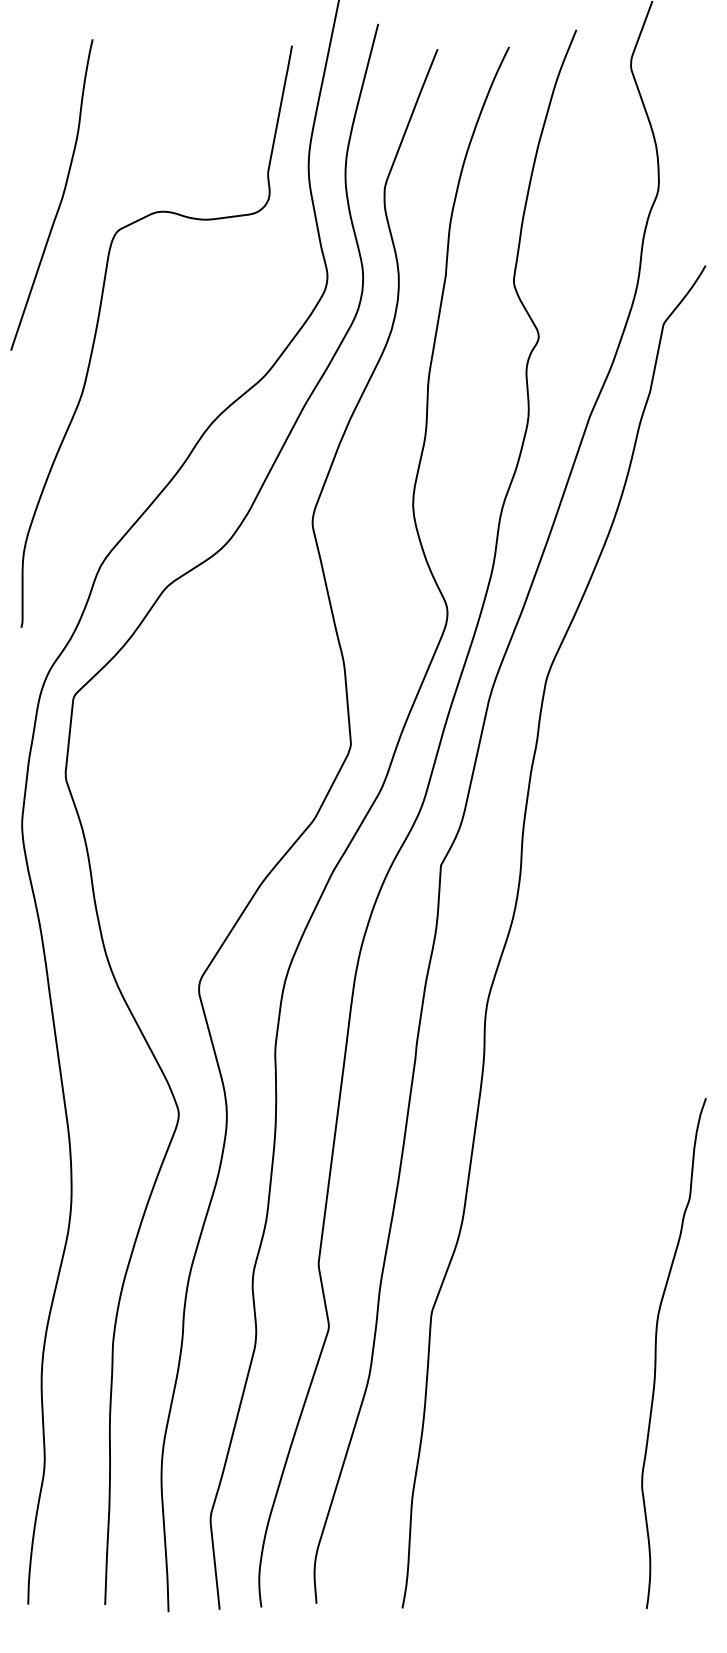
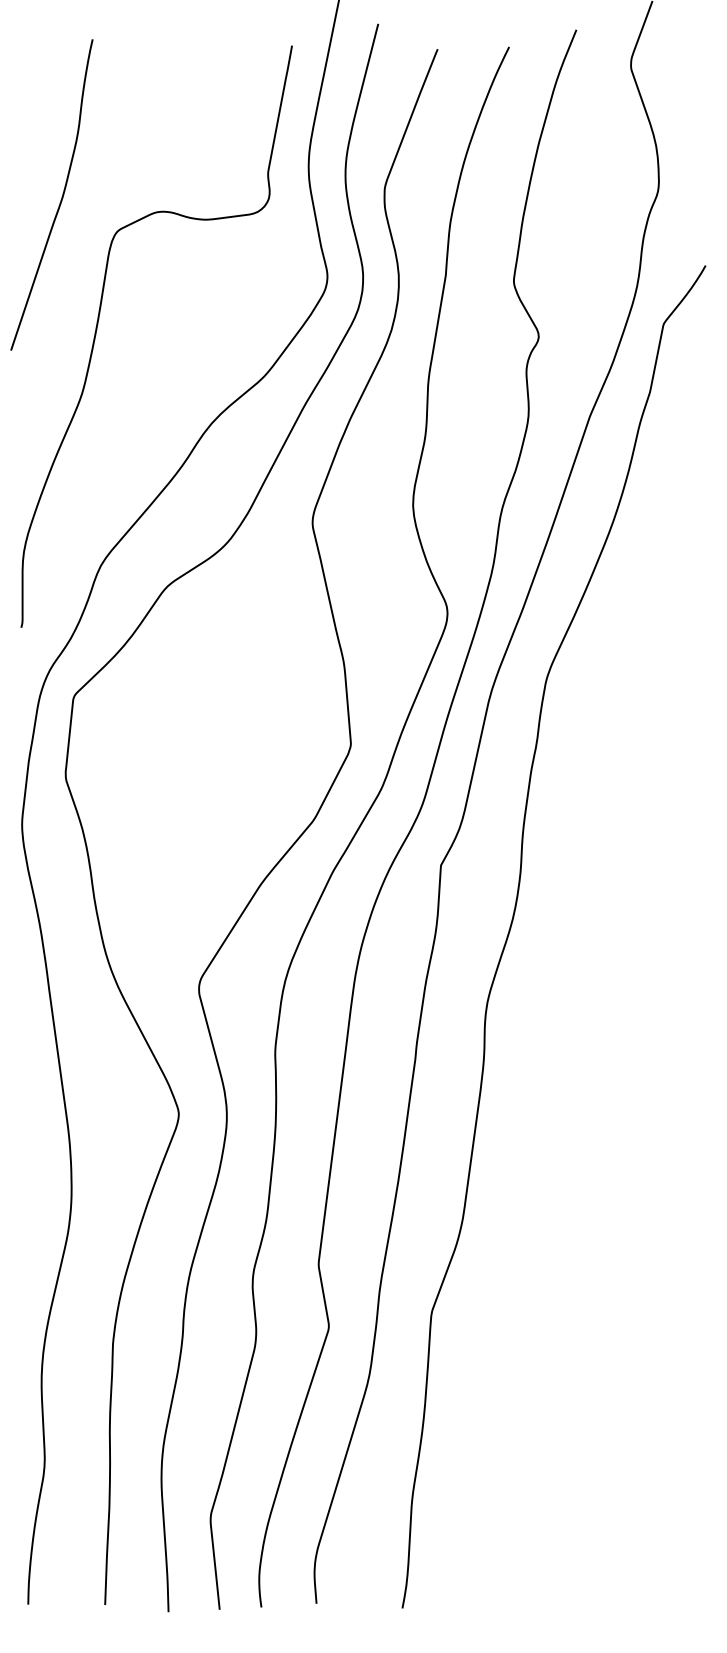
curve at (656, 1353): present -> none
